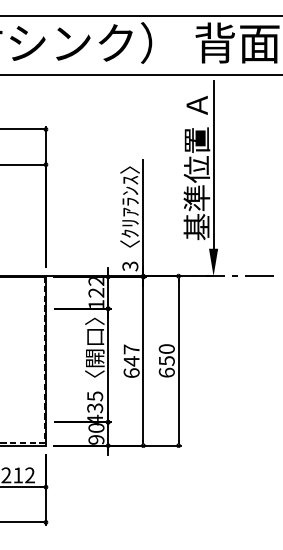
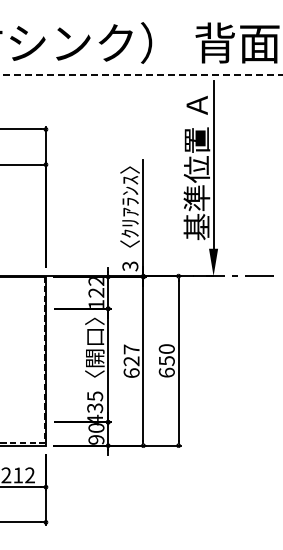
line at (140, 16): present -> none
line at (141, 75): solid -> dashed
text at (131, 361): 647 -> 627
